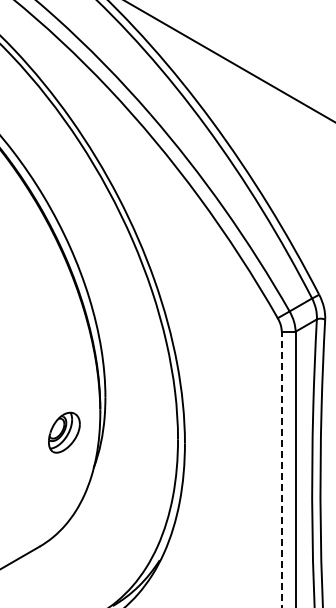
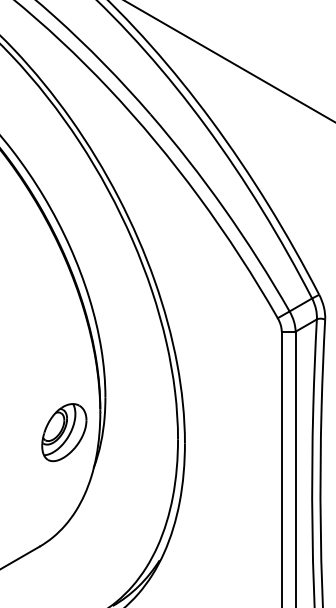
part at (64, 432) size: 33x43 px -> 47x60 px
line at (281, 469): dashed -> solid
